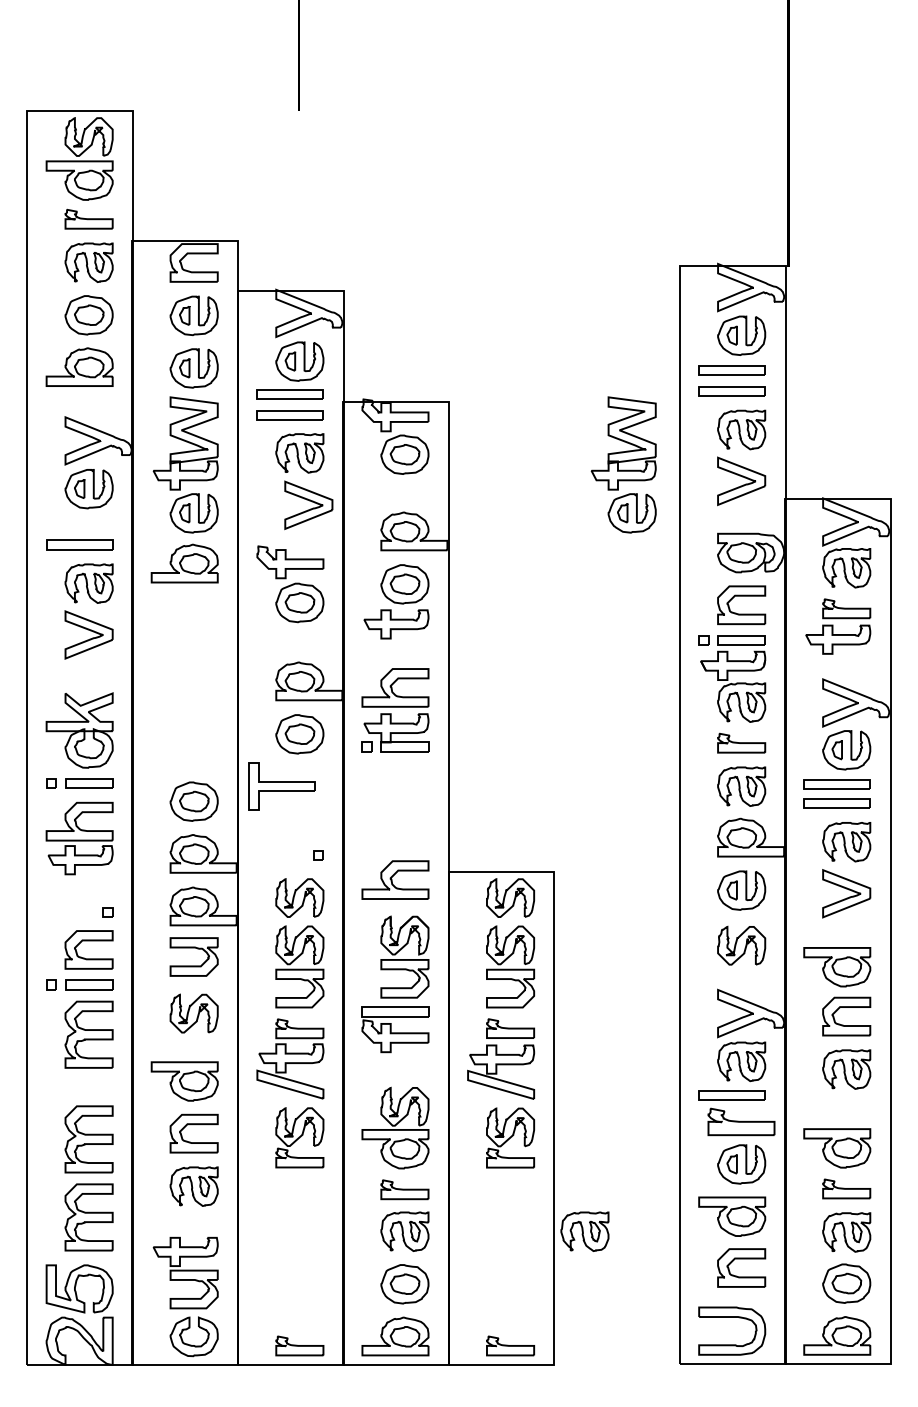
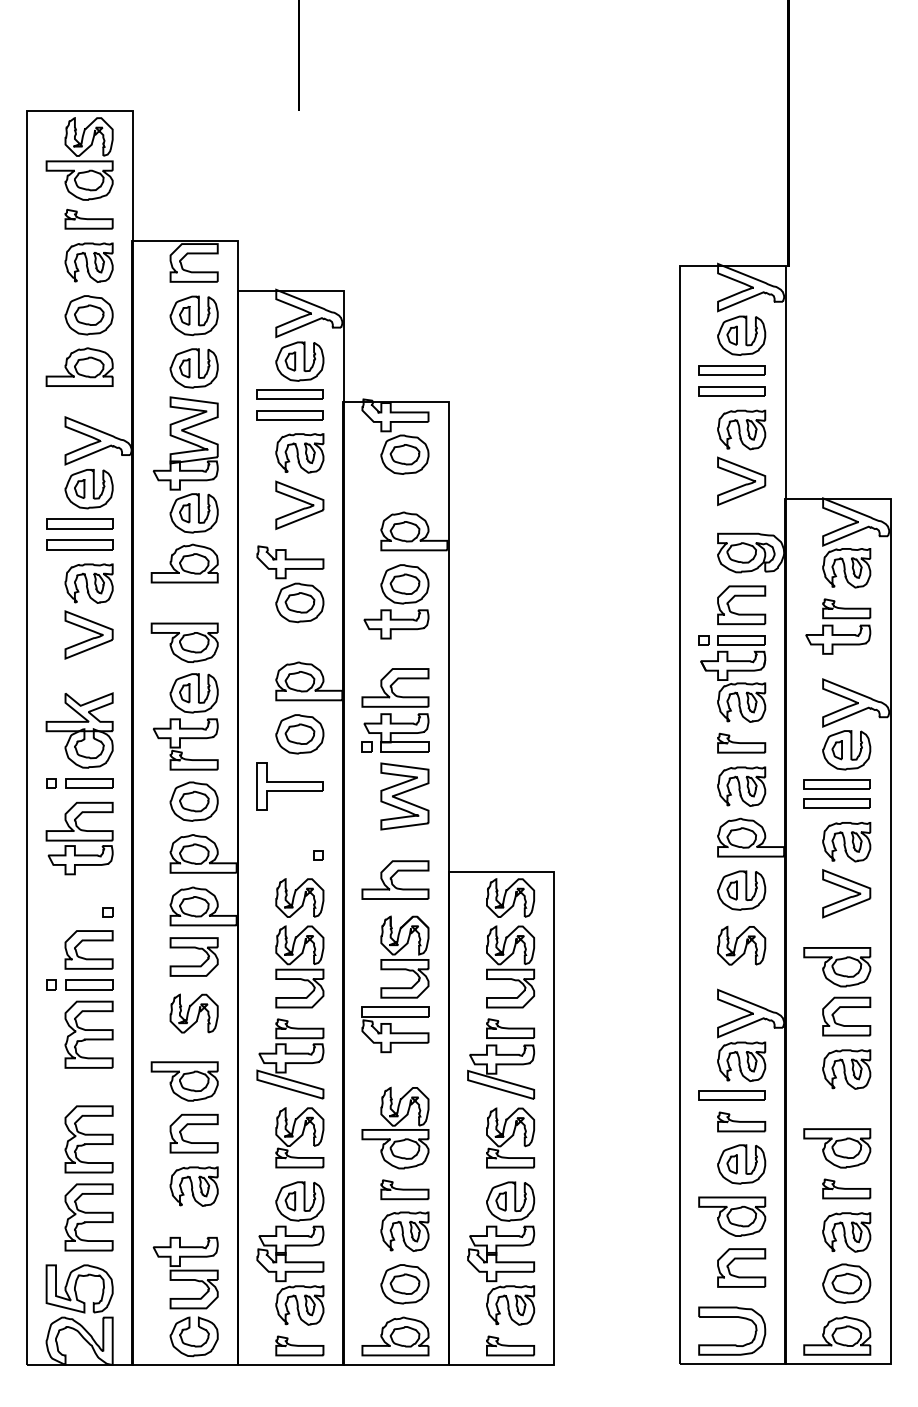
part at (623, 464): present -> none
part at (308, 505) position: (308, 505) -> (299, 505)
part at (79, 523): none -> present
part at (184, 642): none -> present
part at (185, 721): none -> present
part at (281, 786) position: (281, 786) -> (289, 786)
part at (404, 796): none -> present
part at (741, 1121) size: 69x30 px -> 50x22 px
part at (584, 1231): present -> none
part at (290, 1253): none -> present
part at (501, 1253): none -> present
